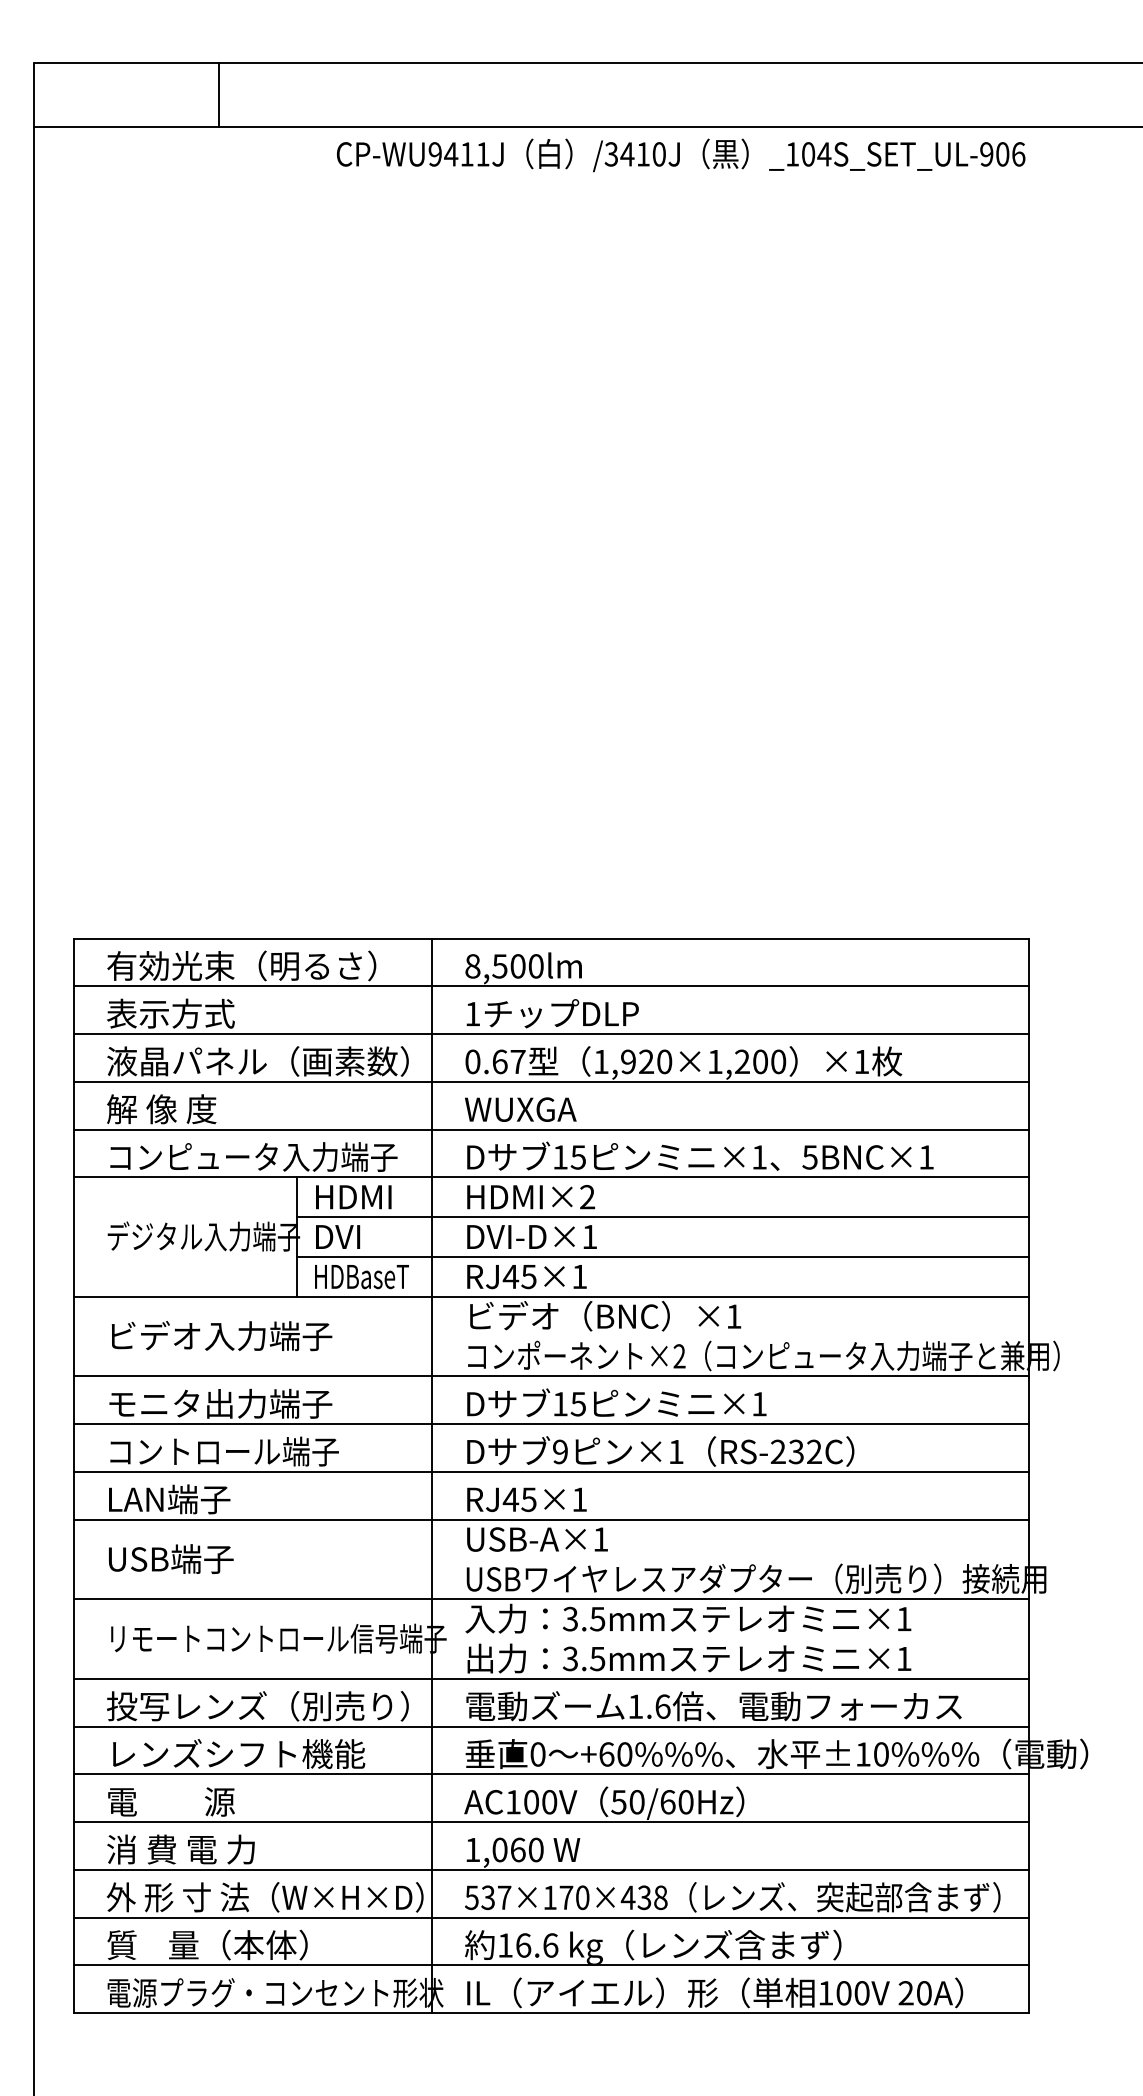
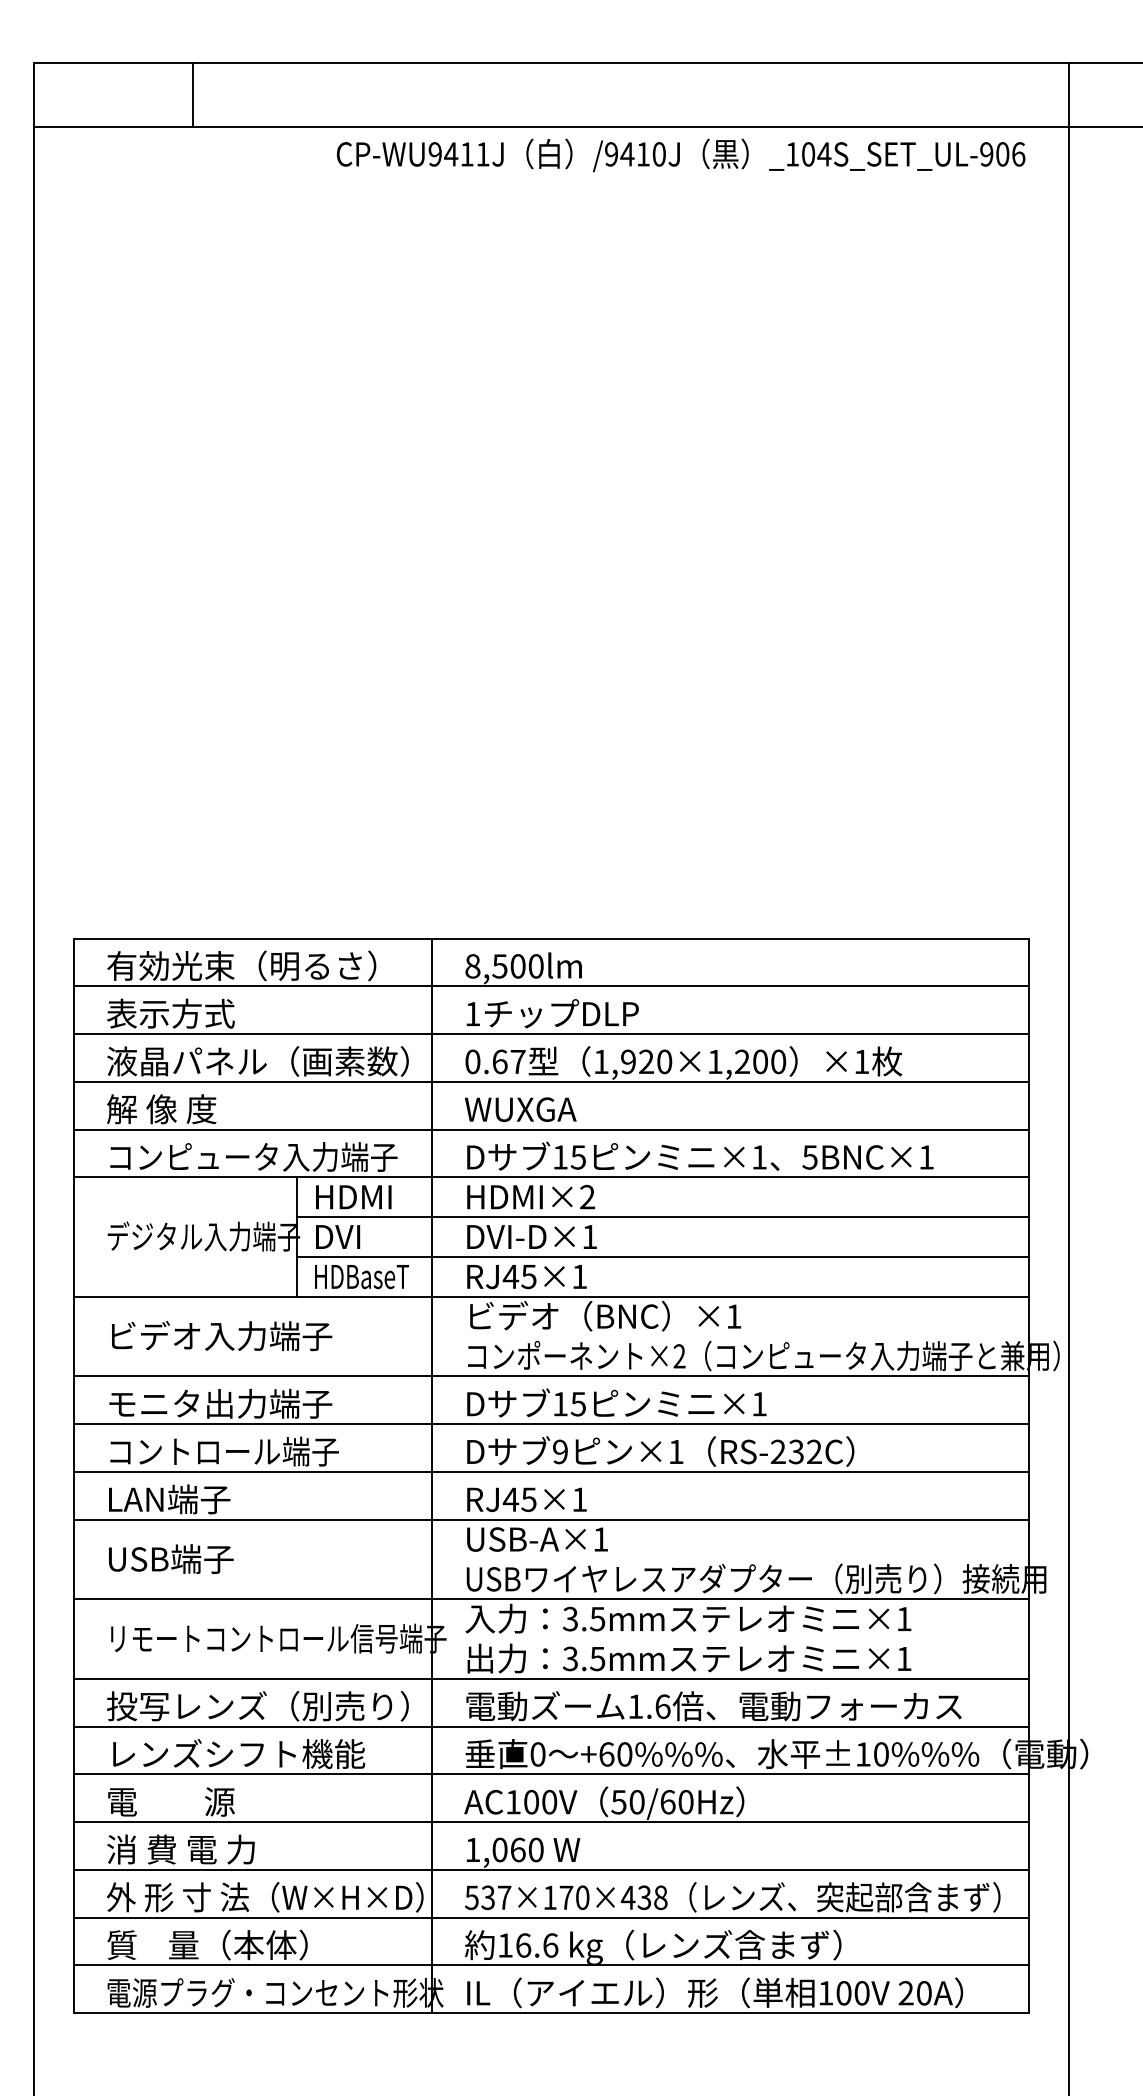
line at (219, 94) position: (219, 94) -> (193, 94)
text at (610, 154): /3410J -> /9410J
line at (1068, 1077): none -> present
